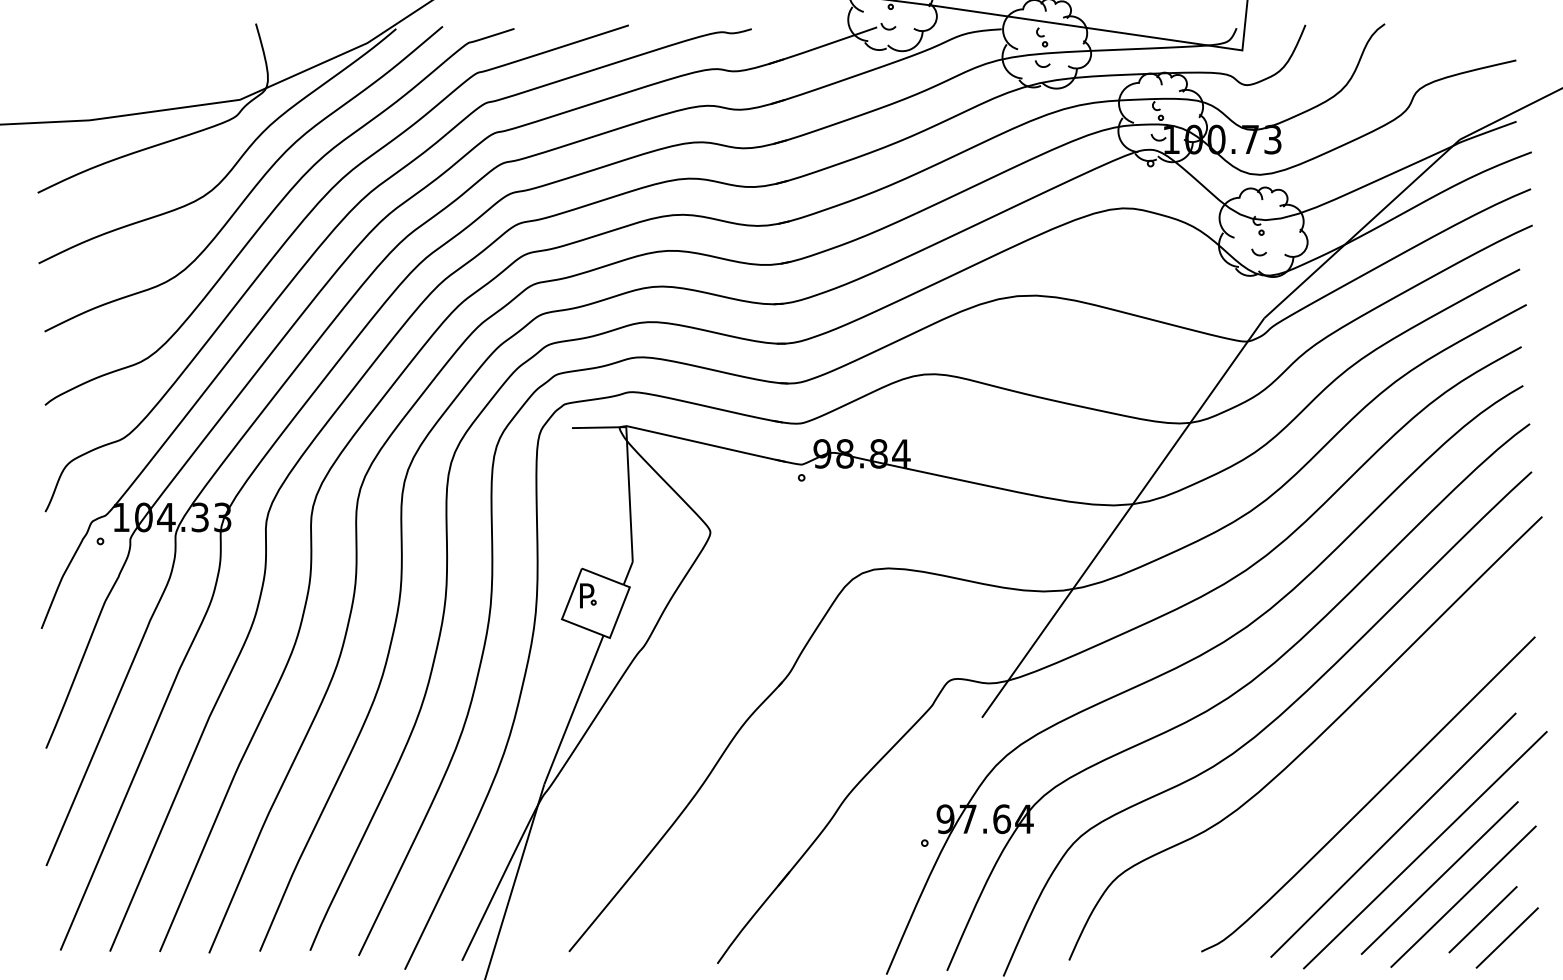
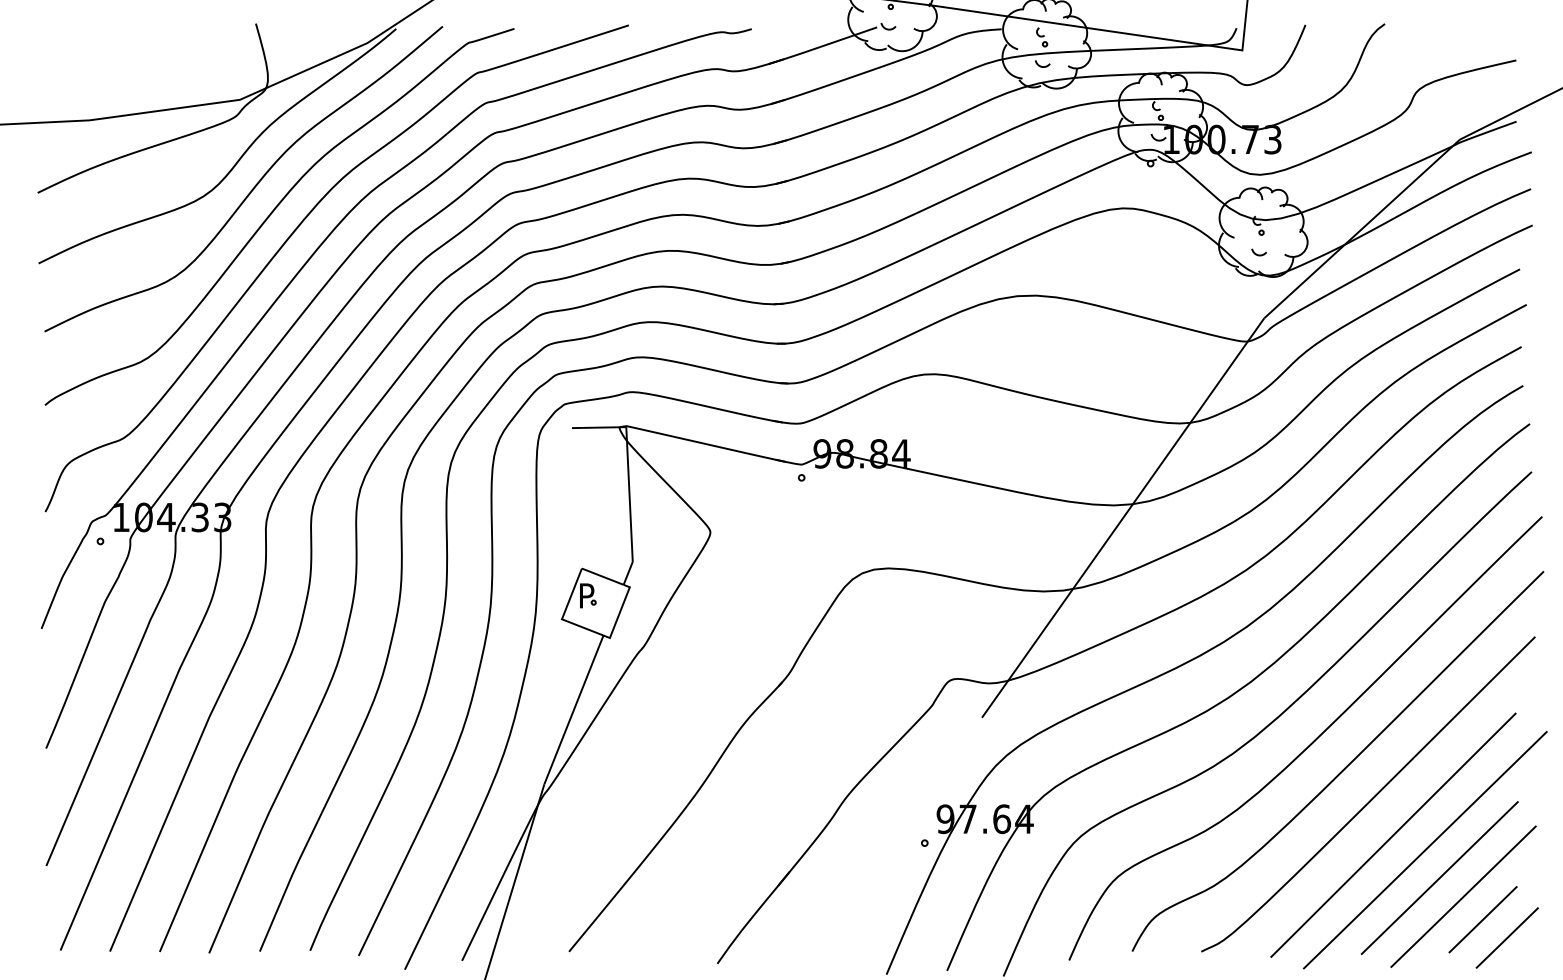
curve at (1344, 767): none -> present
